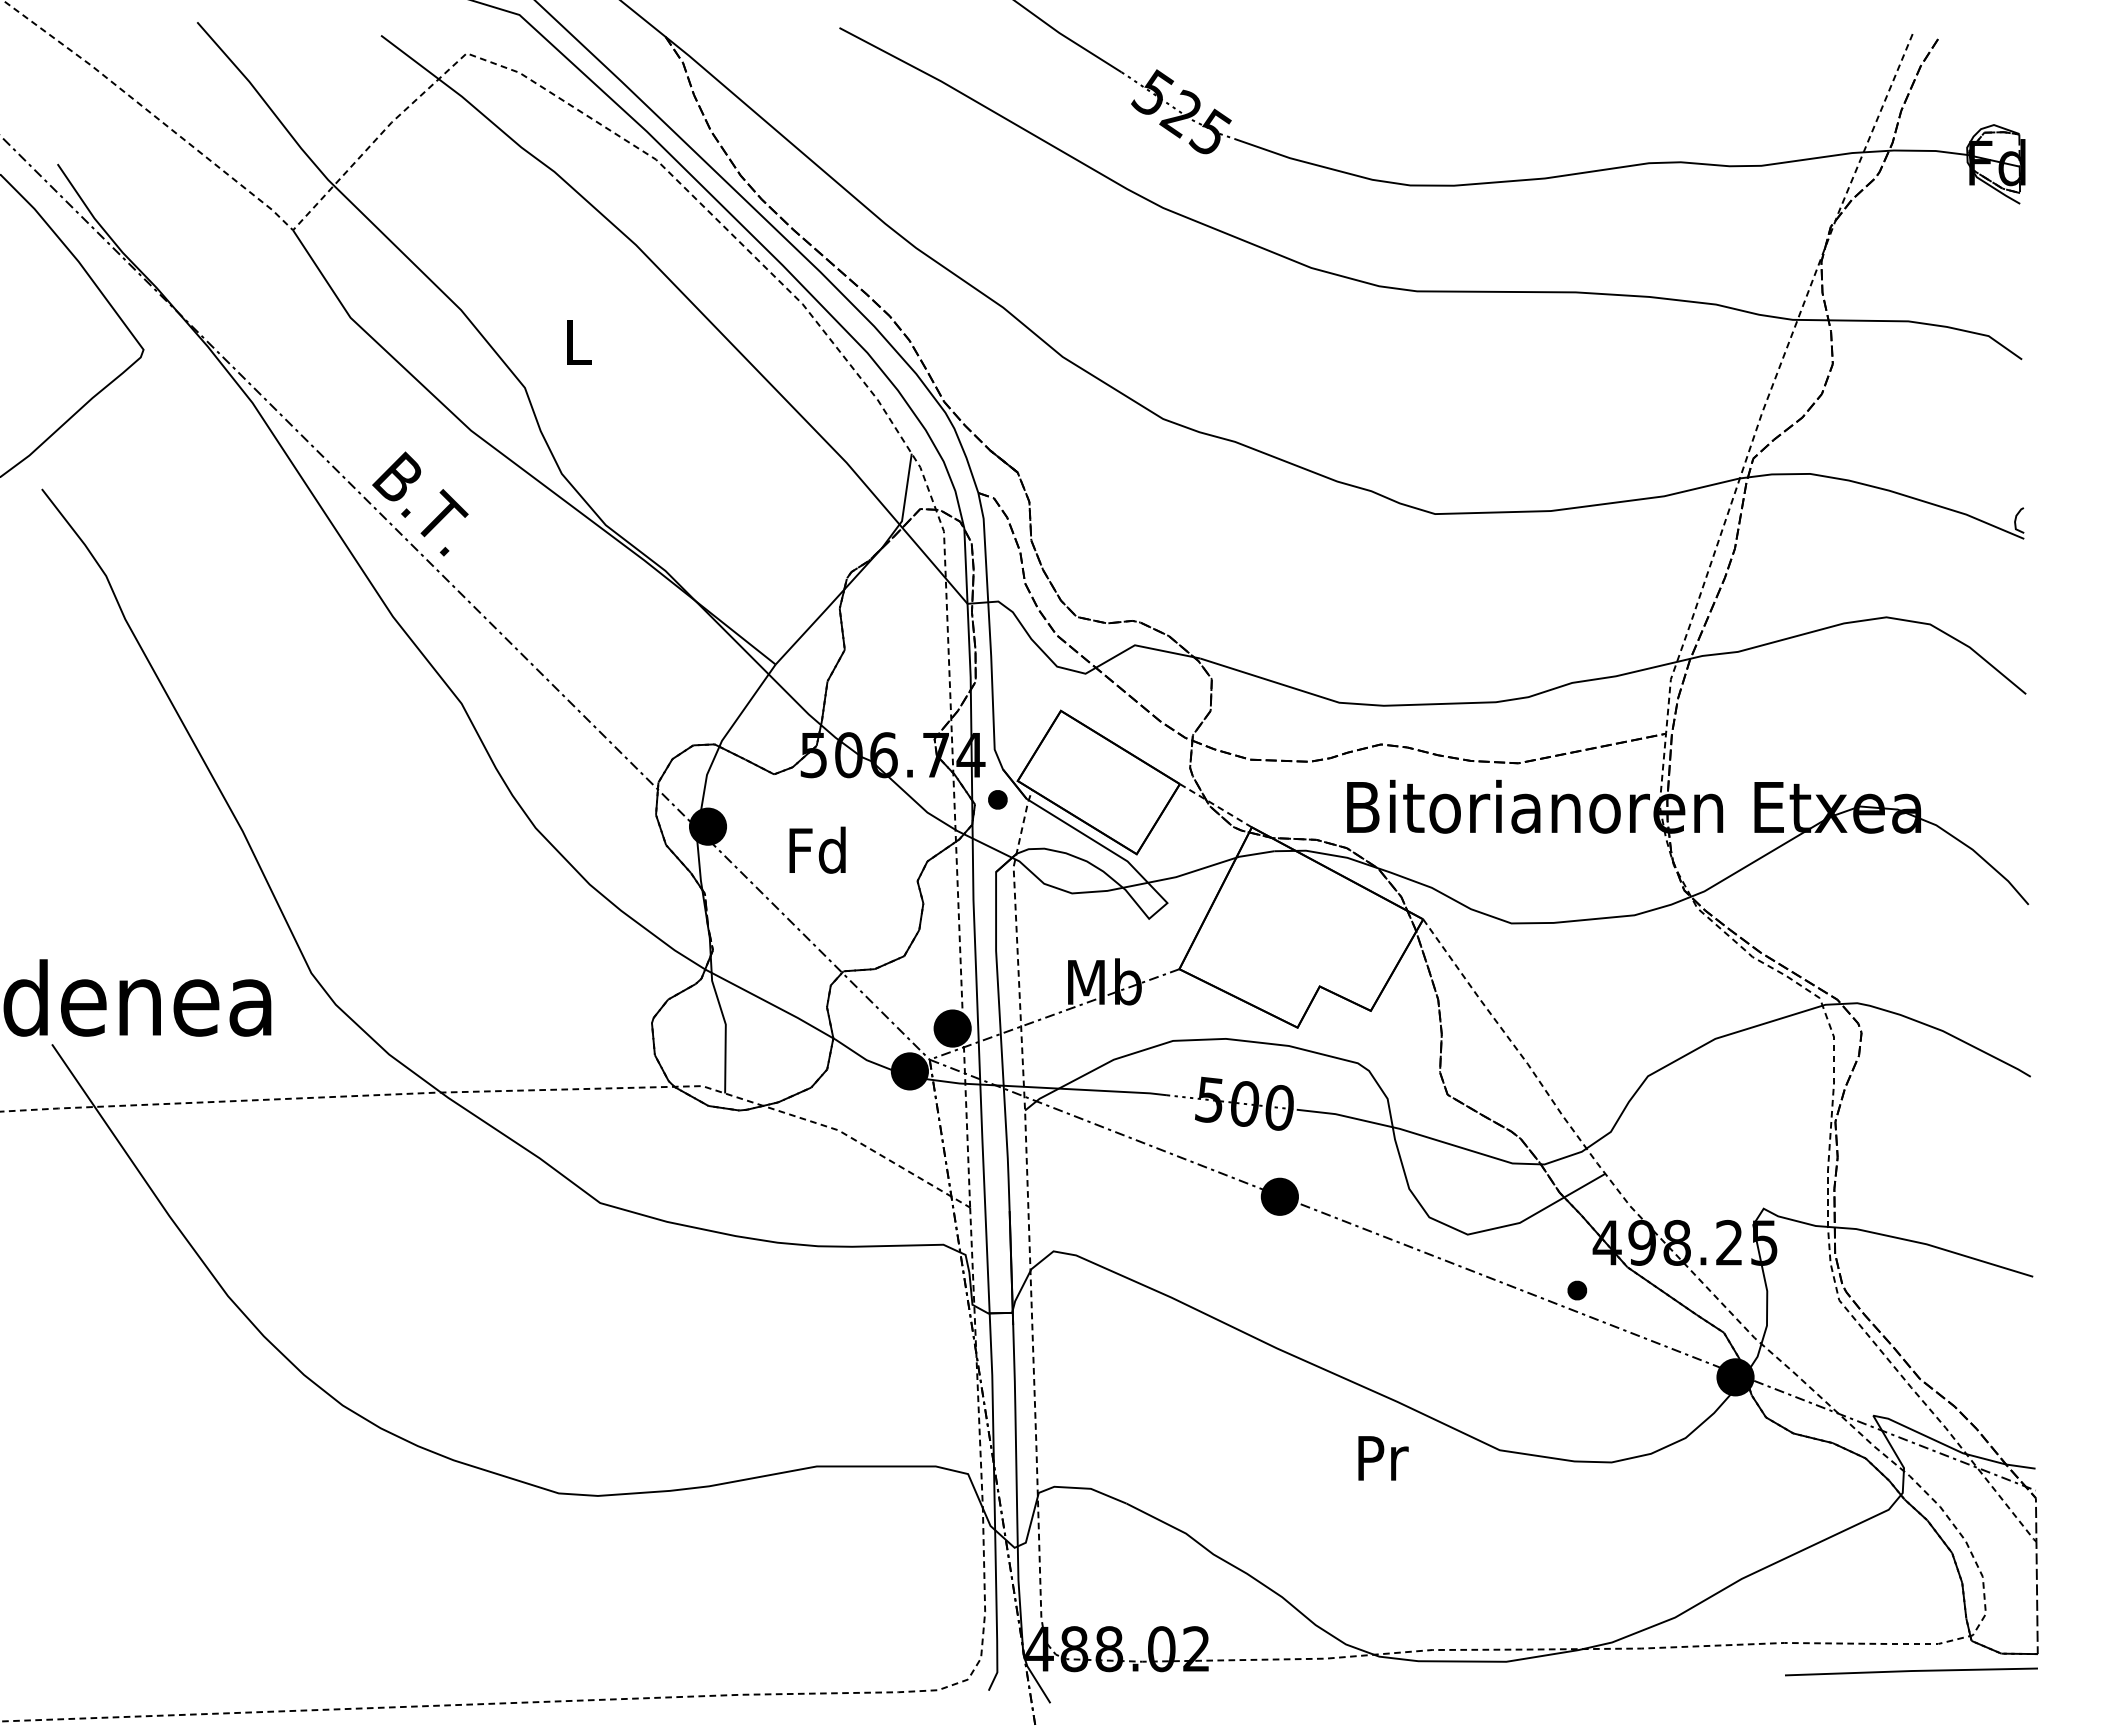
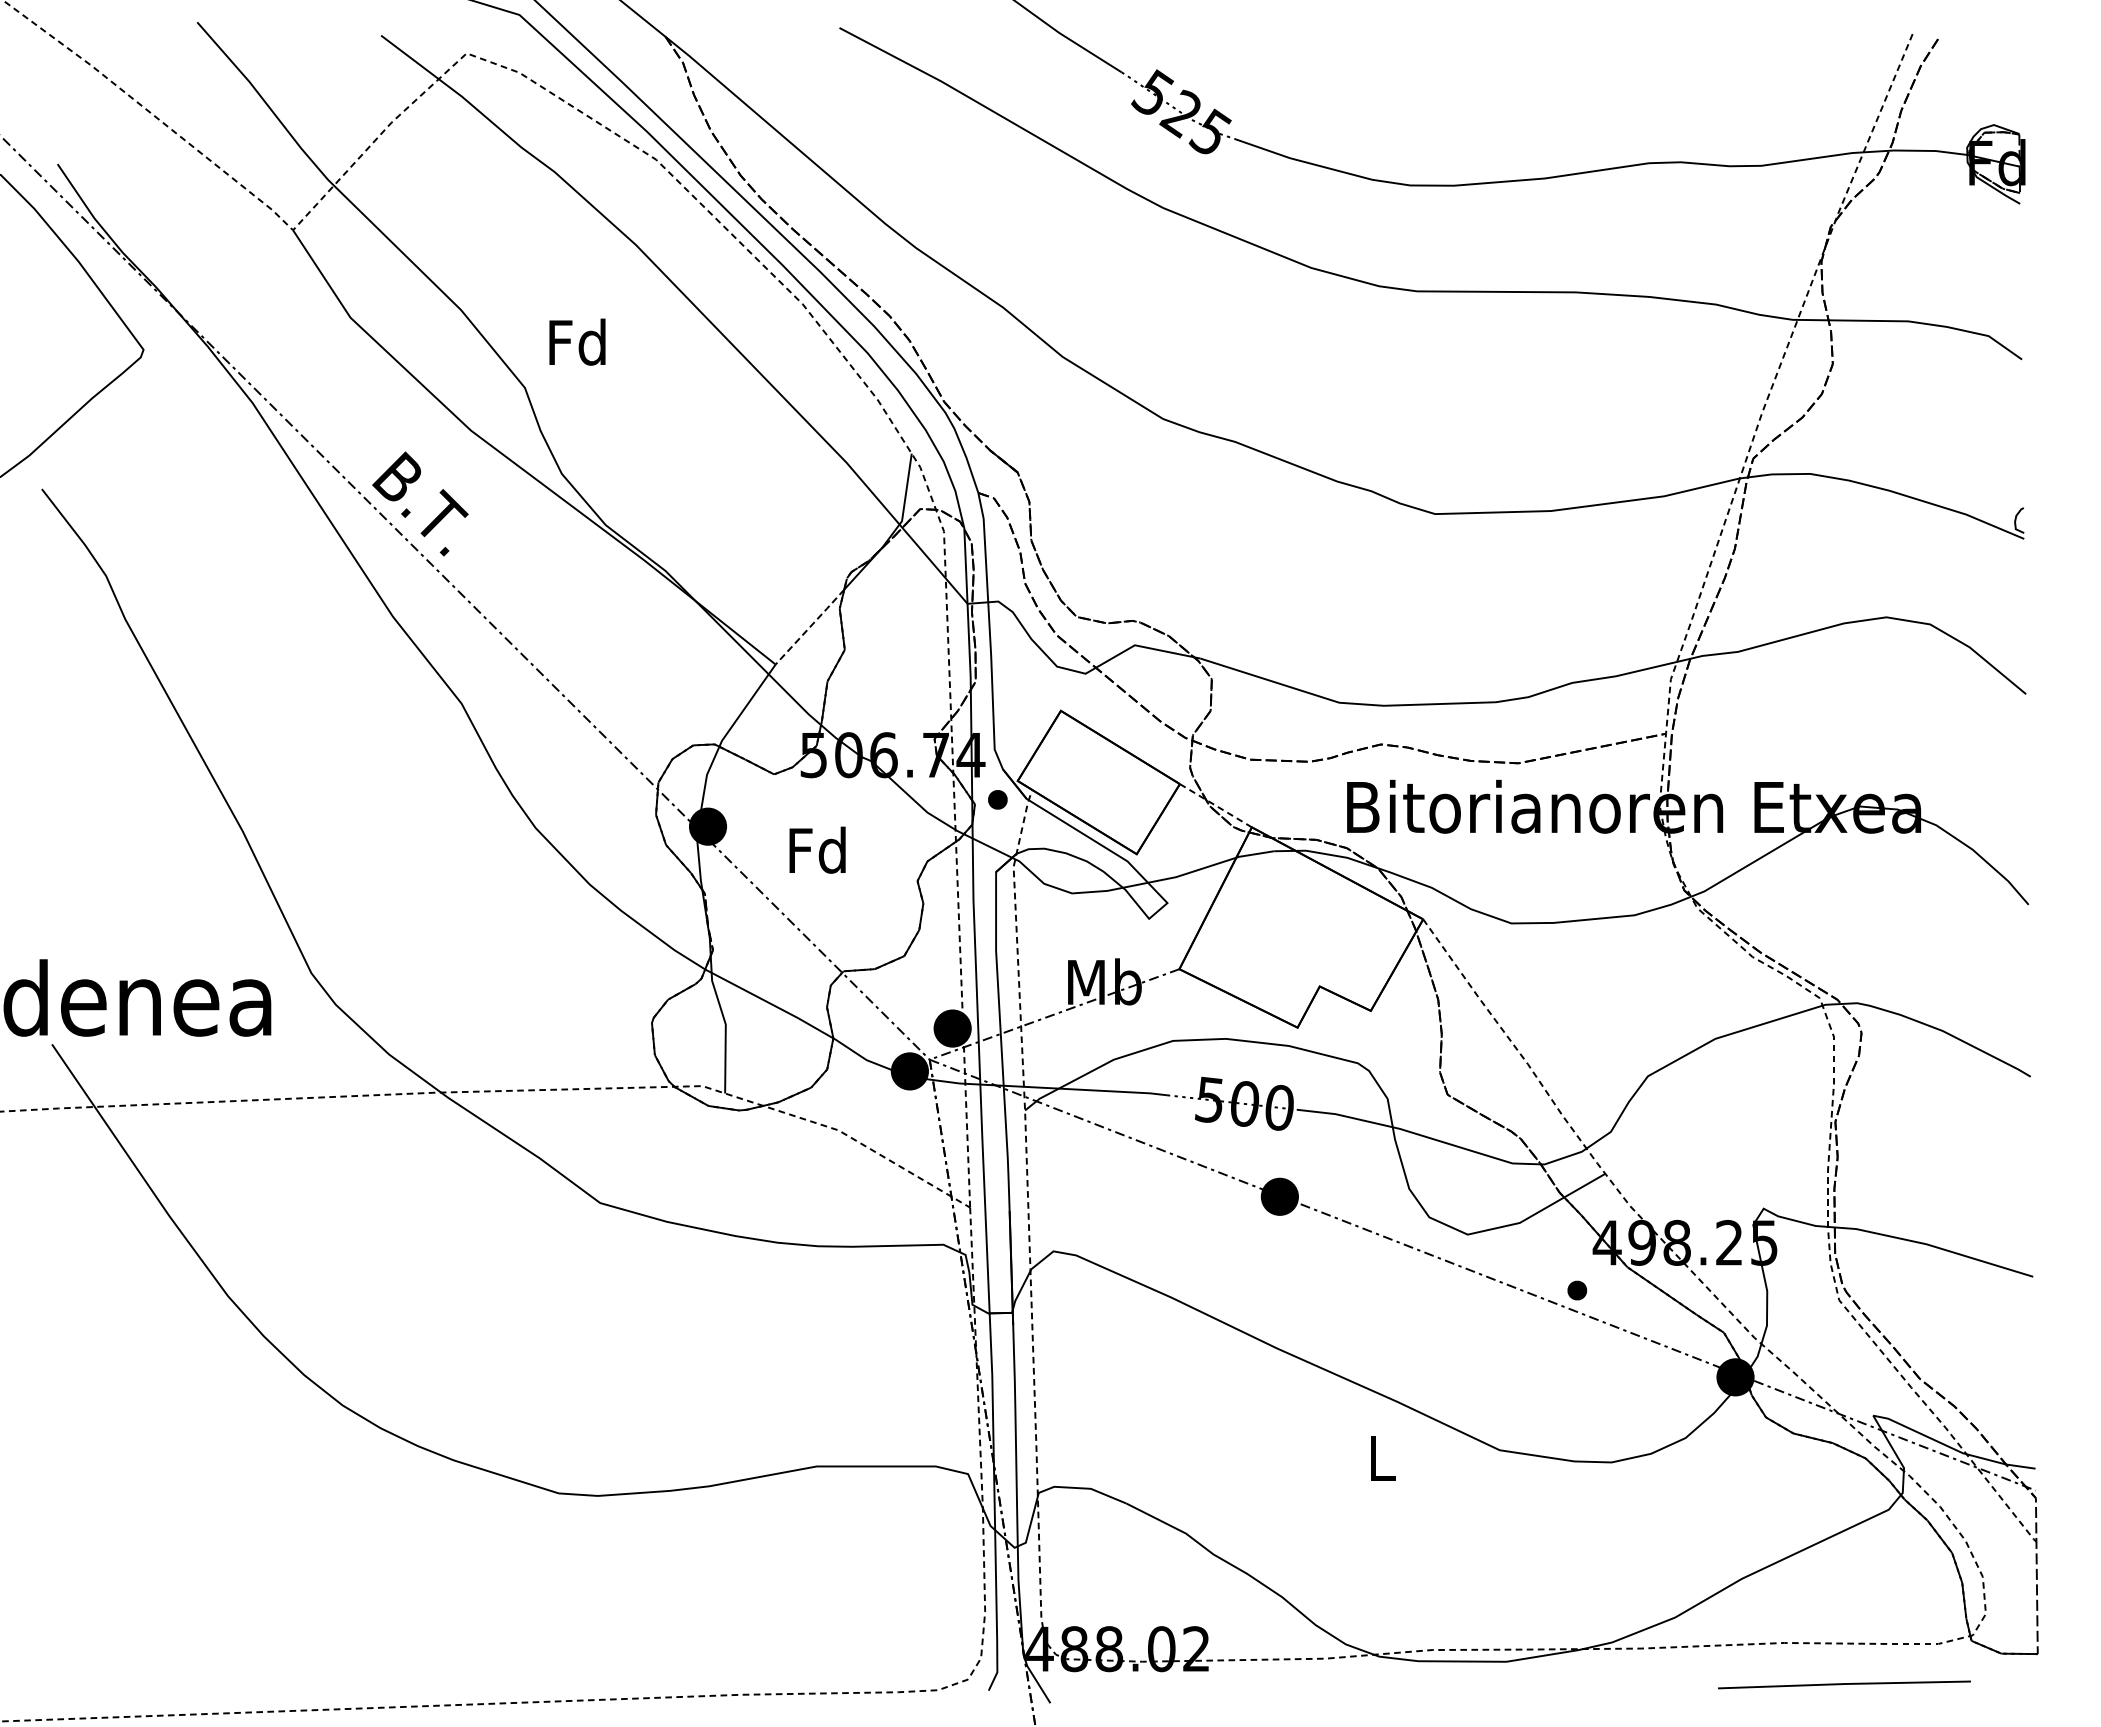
text at (577, 341): L -> Fd
line at (810, 627): solid -> dashed
text at (1383, 1458): Pr -> L
line at (1911, 1671) position: (1911, 1671) -> (1844, 1684)
